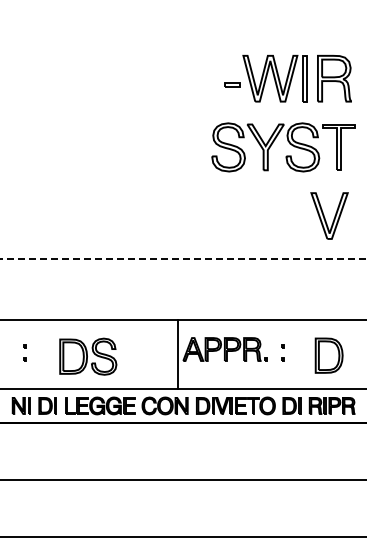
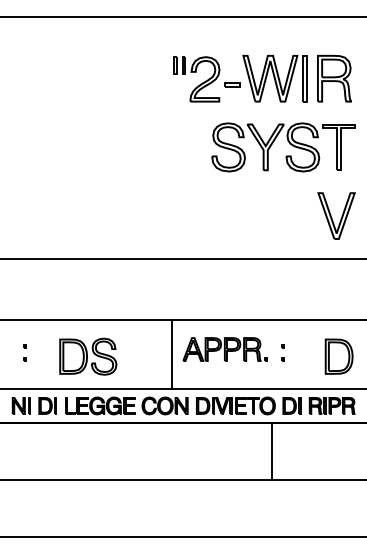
line at (182, 16): none -> present
part at (196, 79): none -> present
part at (329, 215) position: (329, 215) -> (336, 215)
line at (183, 259): dashed -> solid
line at (178, 353) position: (178, 353) -> (172, 353)
part at (328, 355) position: (328, 355) -> (338, 356)
line at (272, 451): none -> present
